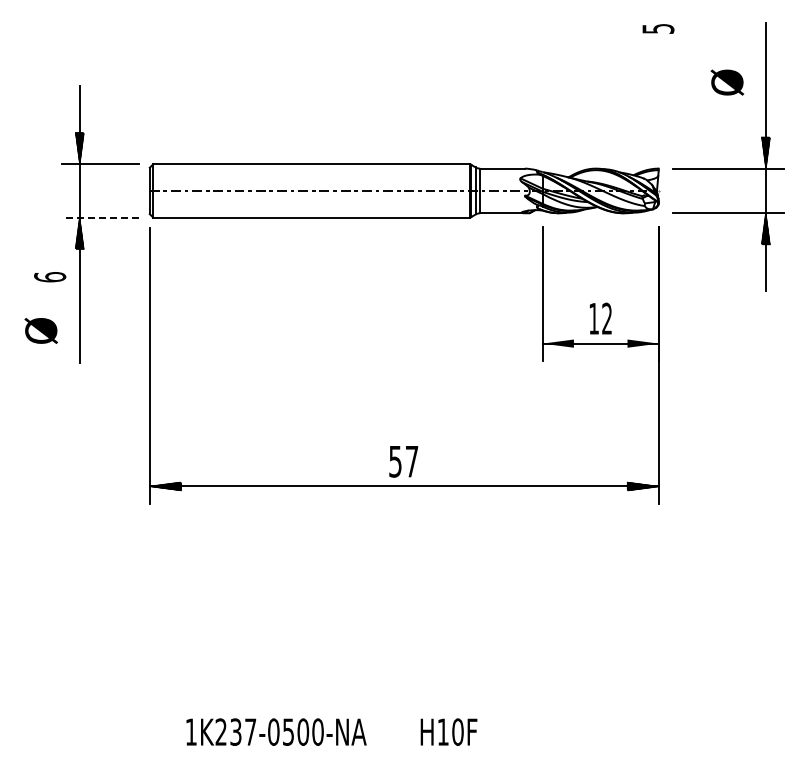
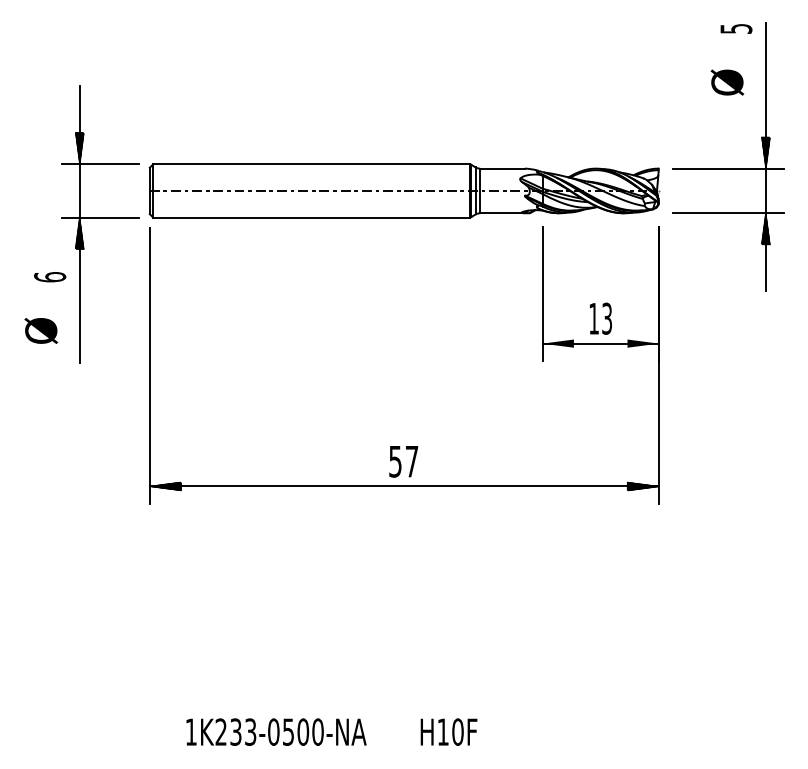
text at (658, 28) position: (658, 28) -> (736, 28)
line at (100, 217): dashed -> solid
text at (606, 318): 12 -> 13
text at (250, 731): 1K237-0500-NA -> 1K233-0500-NA
